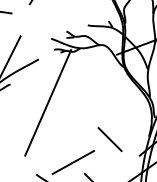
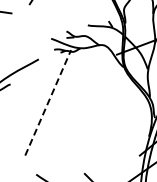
line at (11, 54): present -> none
line at (48, 102): solid -> dashed
line at (109, 139): present -> none
line at (73, 162): present -> none
